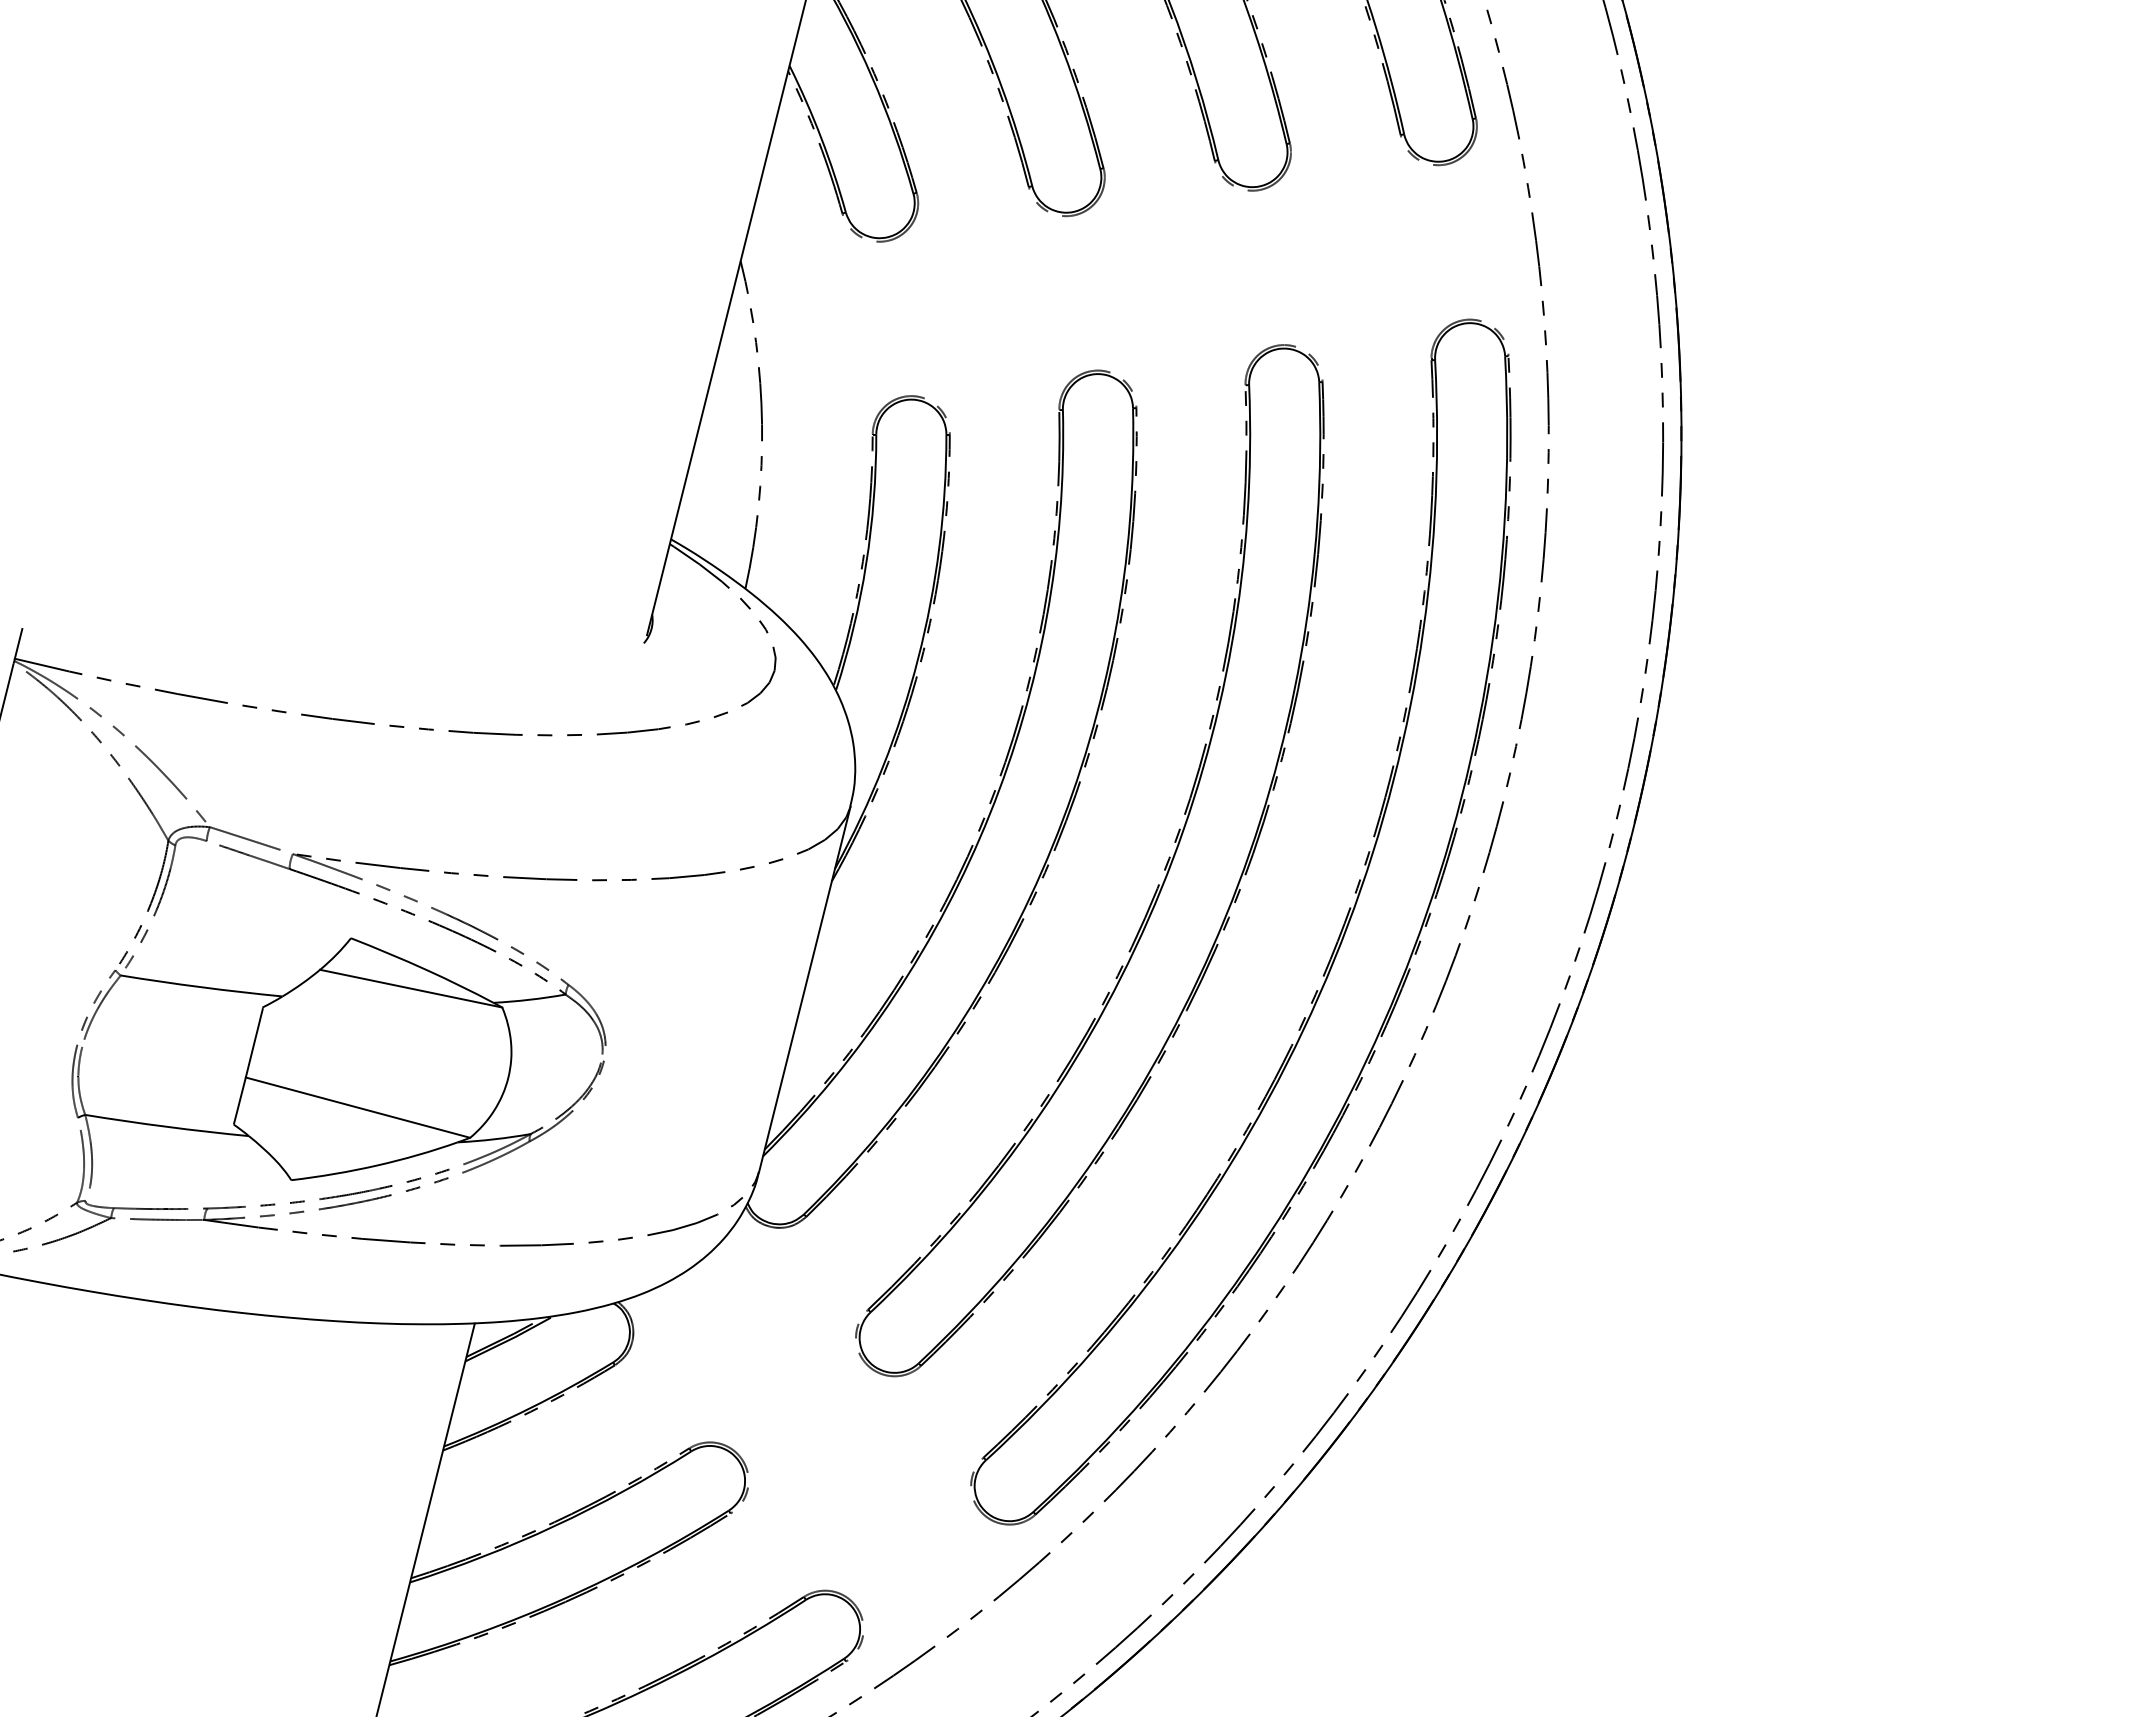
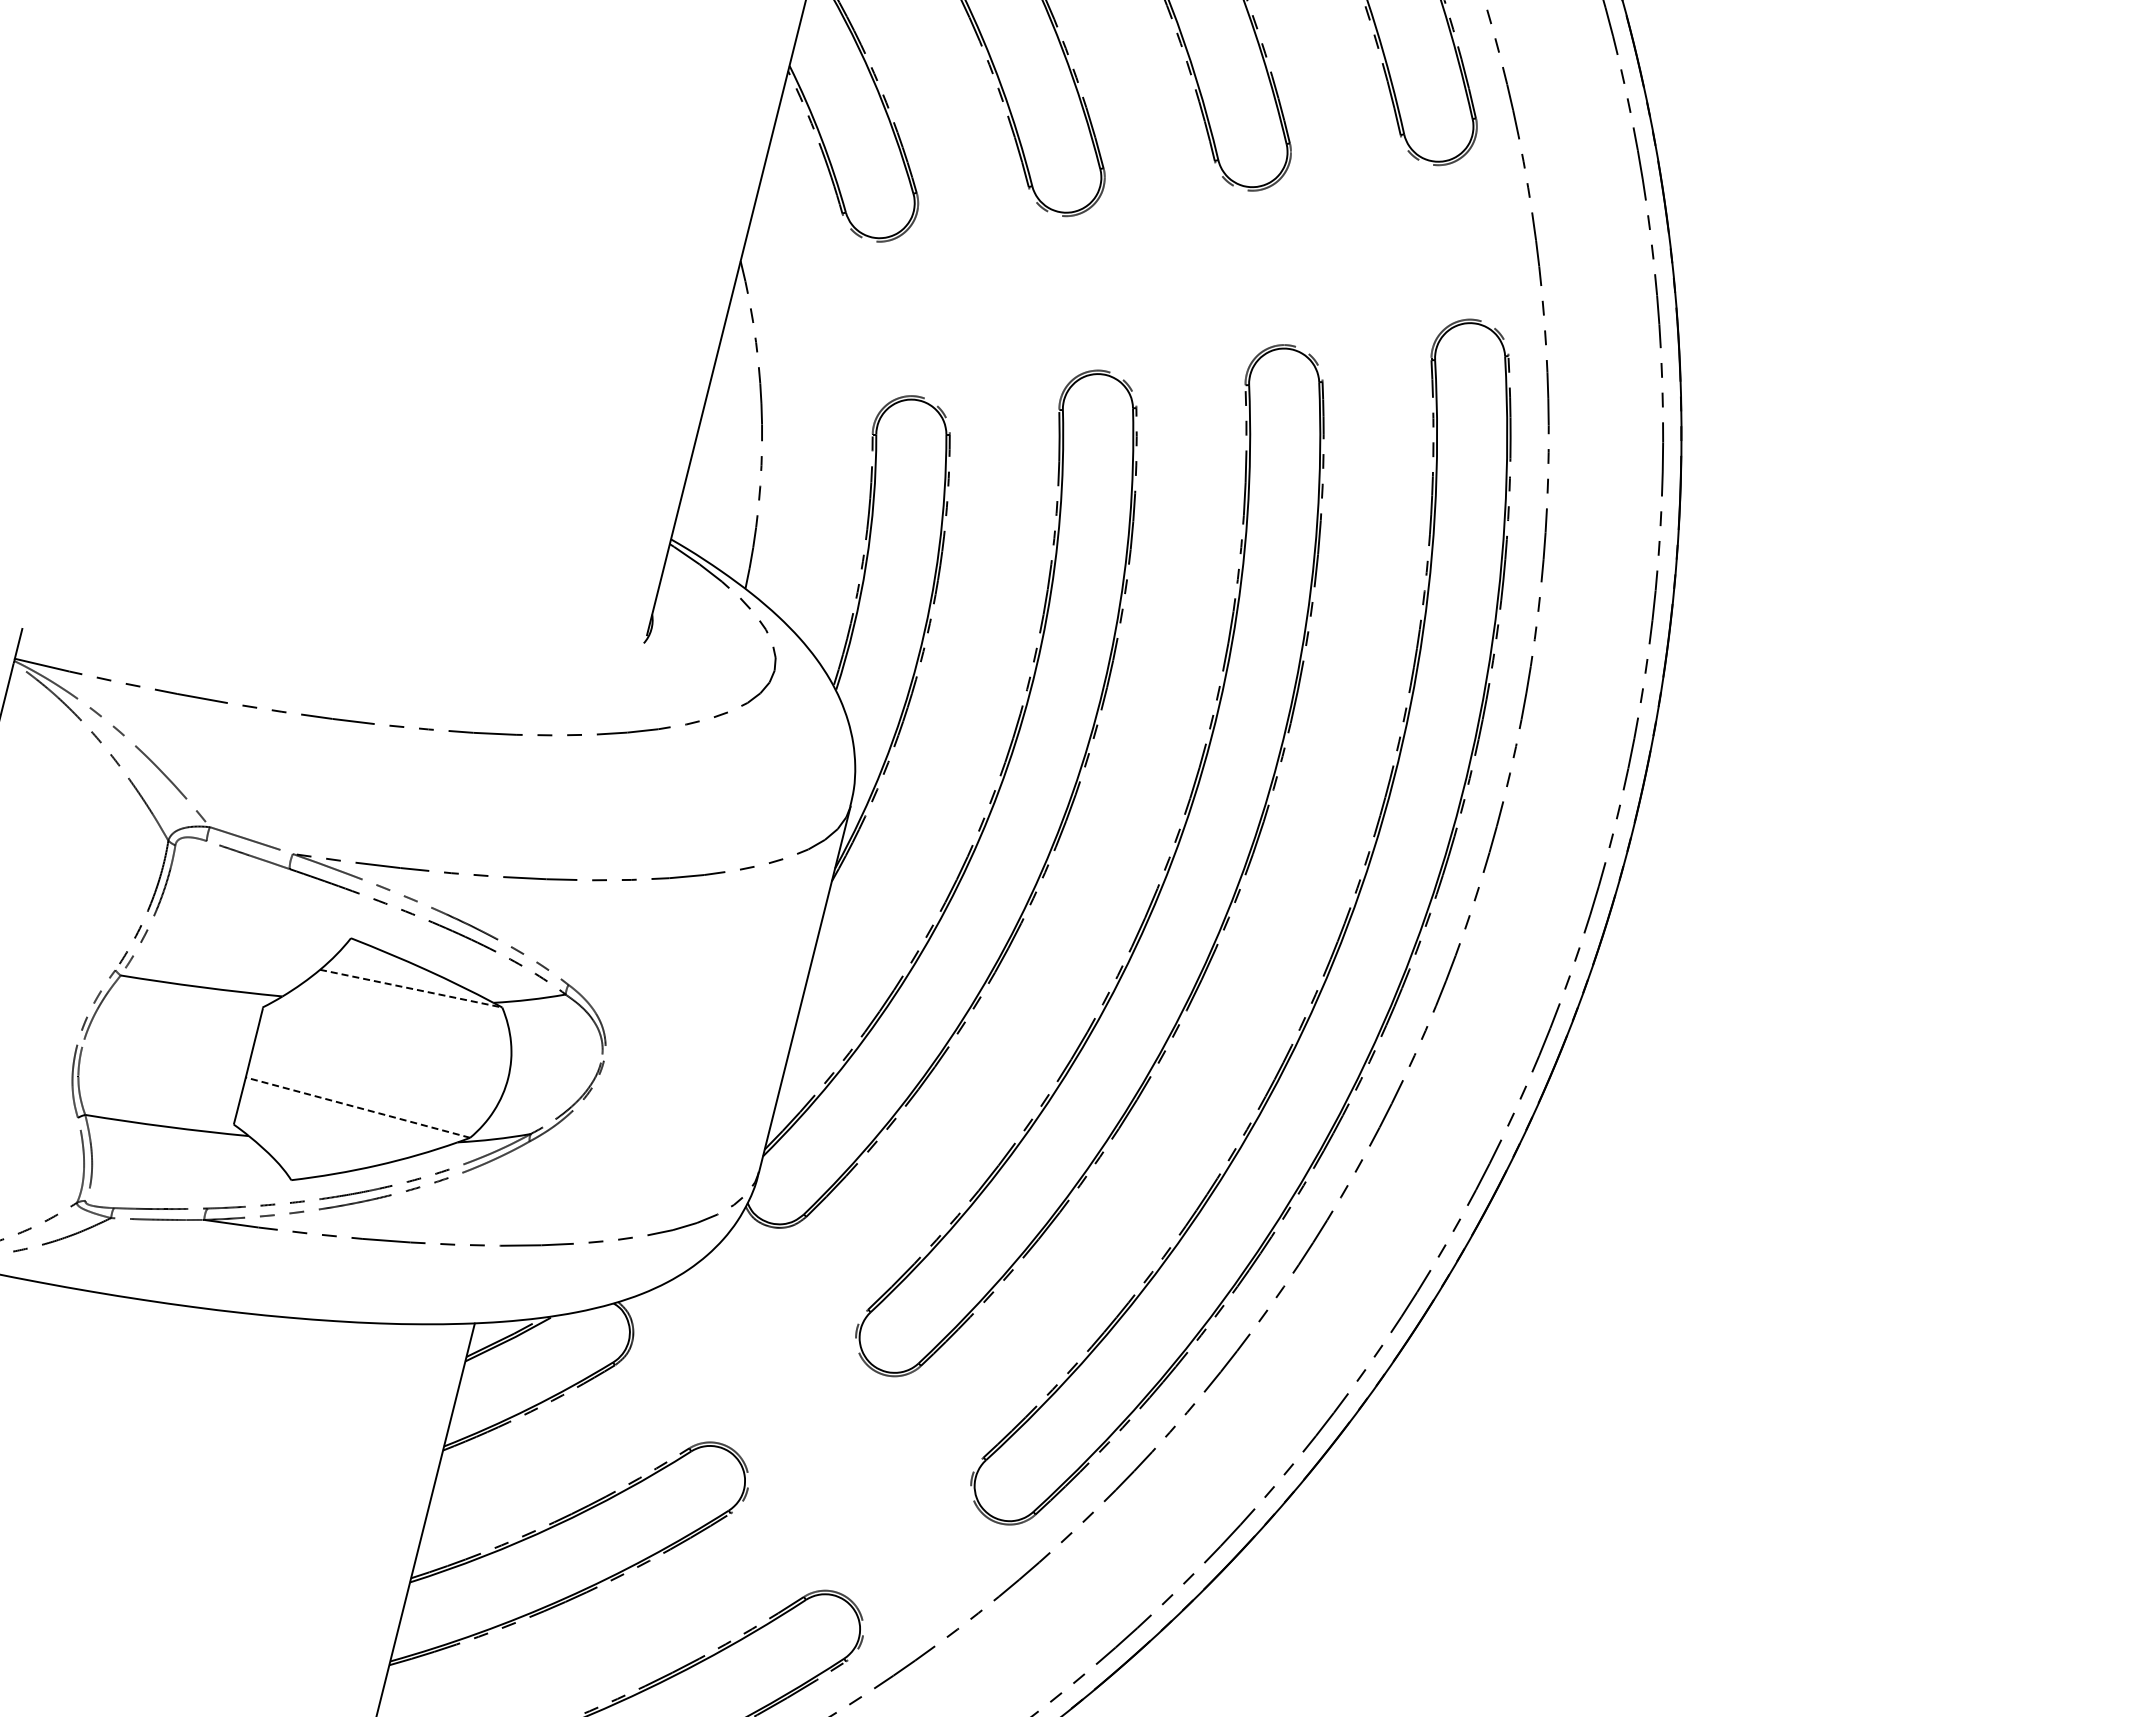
line at (411, 988): solid -> dashed
line at (357, 1107): solid -> dashed
